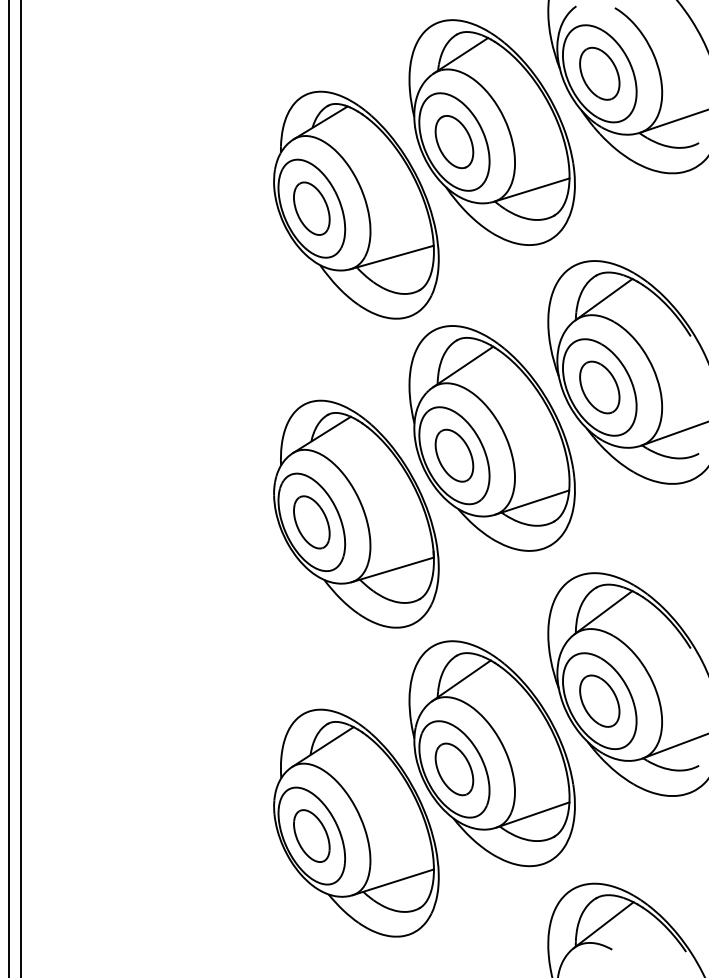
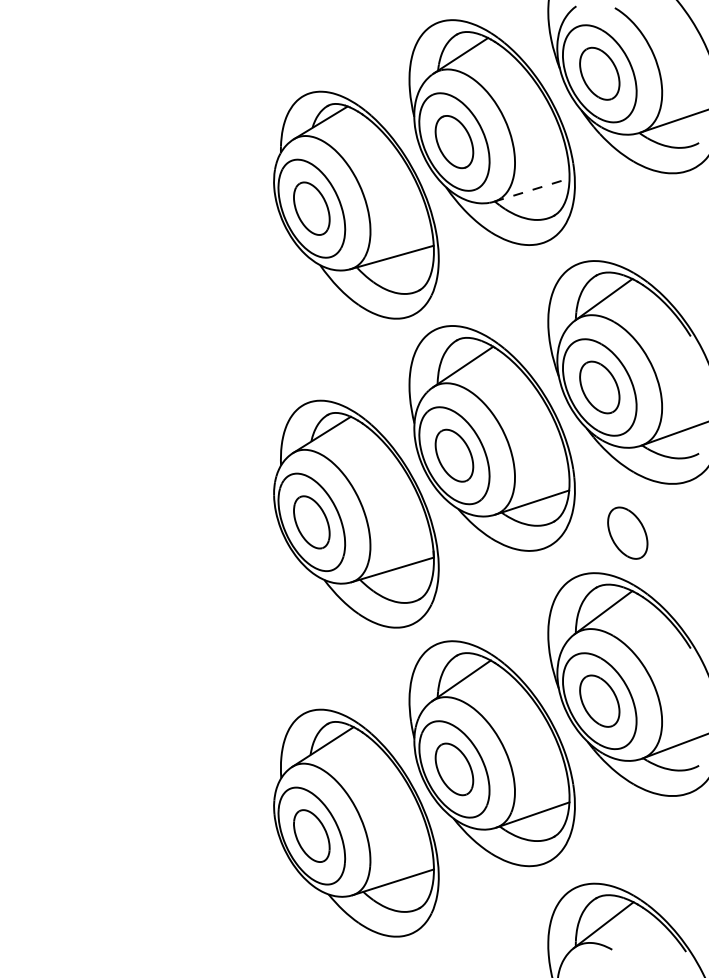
line at (532, 189): solid -> dashed
line at (8, 488): present -> none
line at (21, 488): present -> none
part at (627, 532): none -> present
